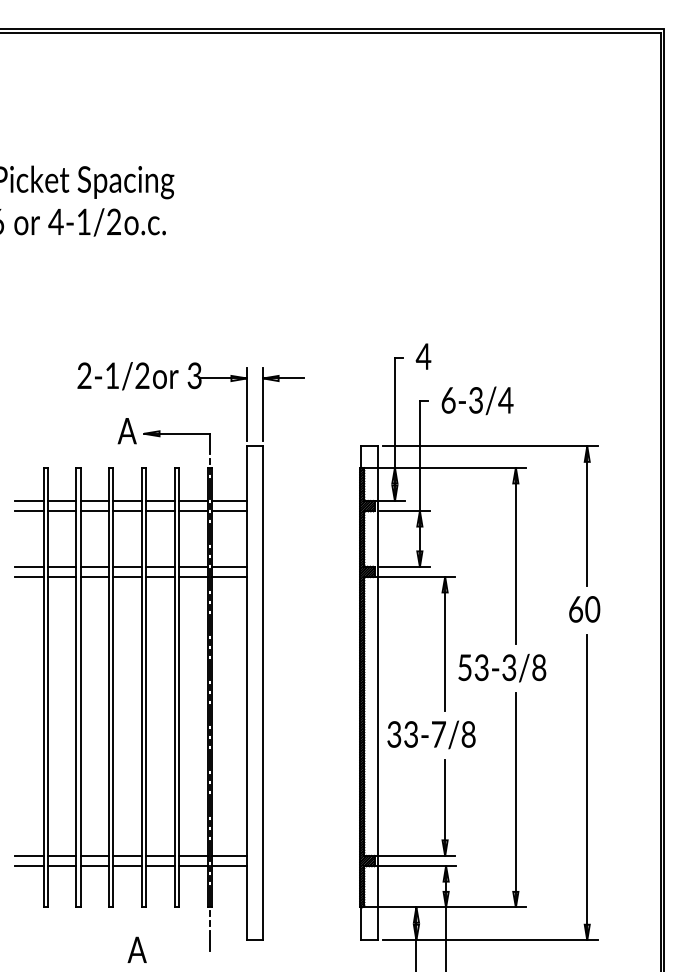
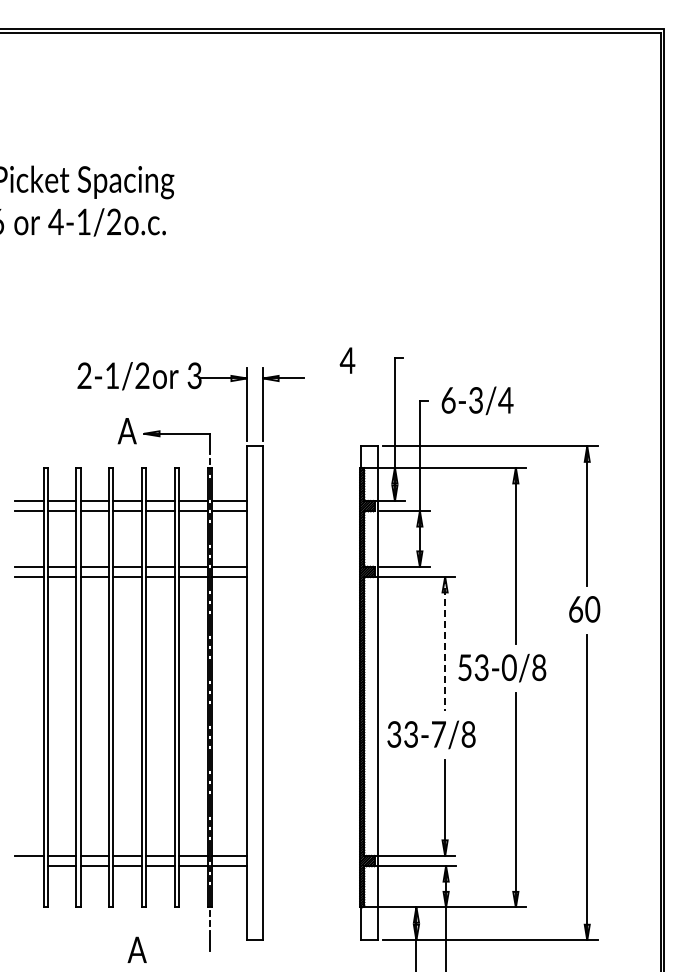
text at (423, 356) position: (423, 356) -> (347, 360)
line at (445, 643): solid -> dashed
text at (508, 667): 53-3/8 -> 53-0/8
line at (28, 866): present -> none
